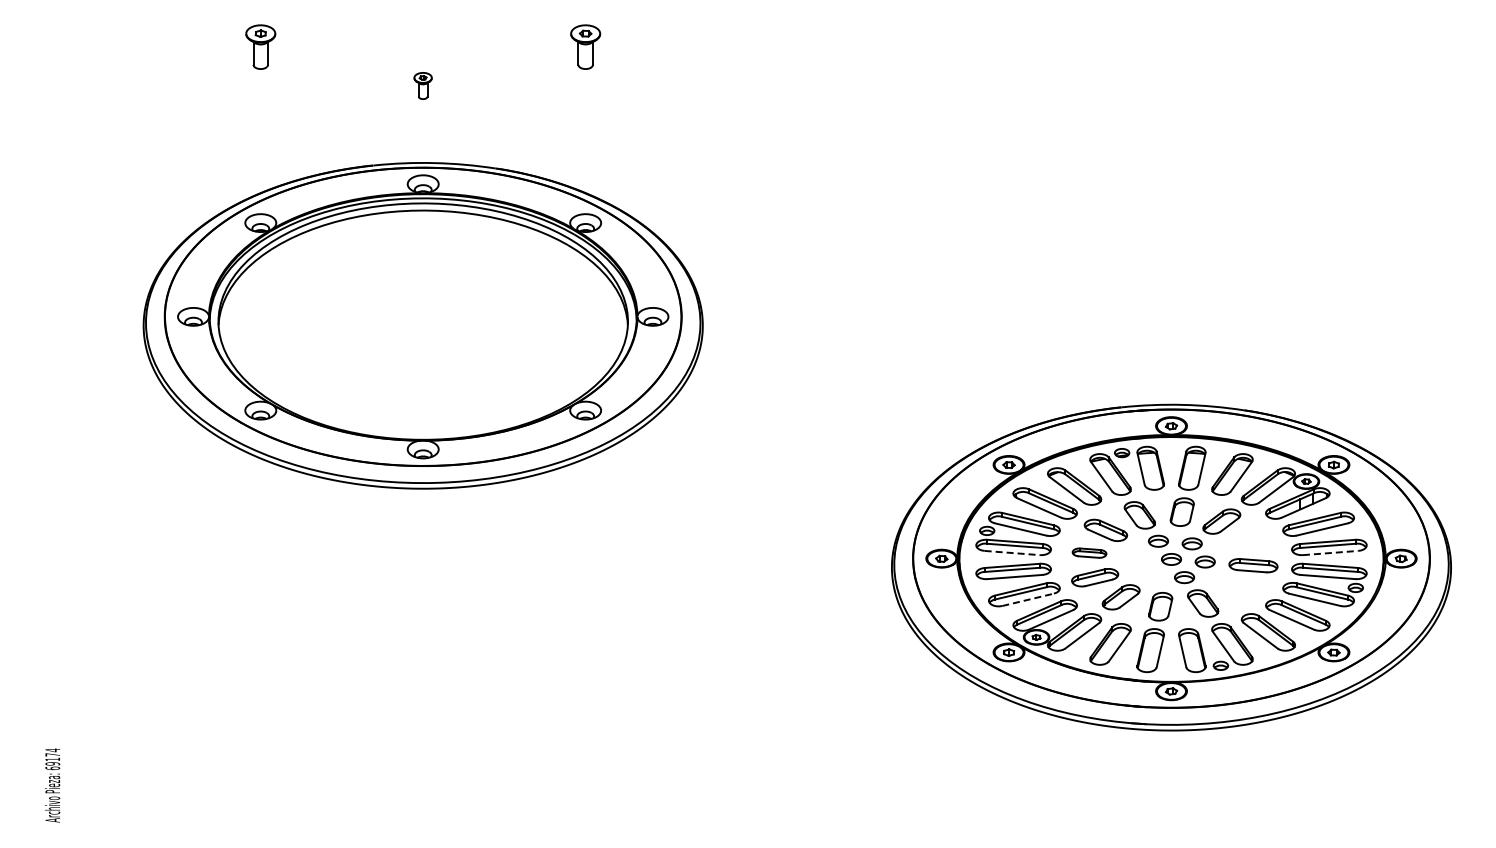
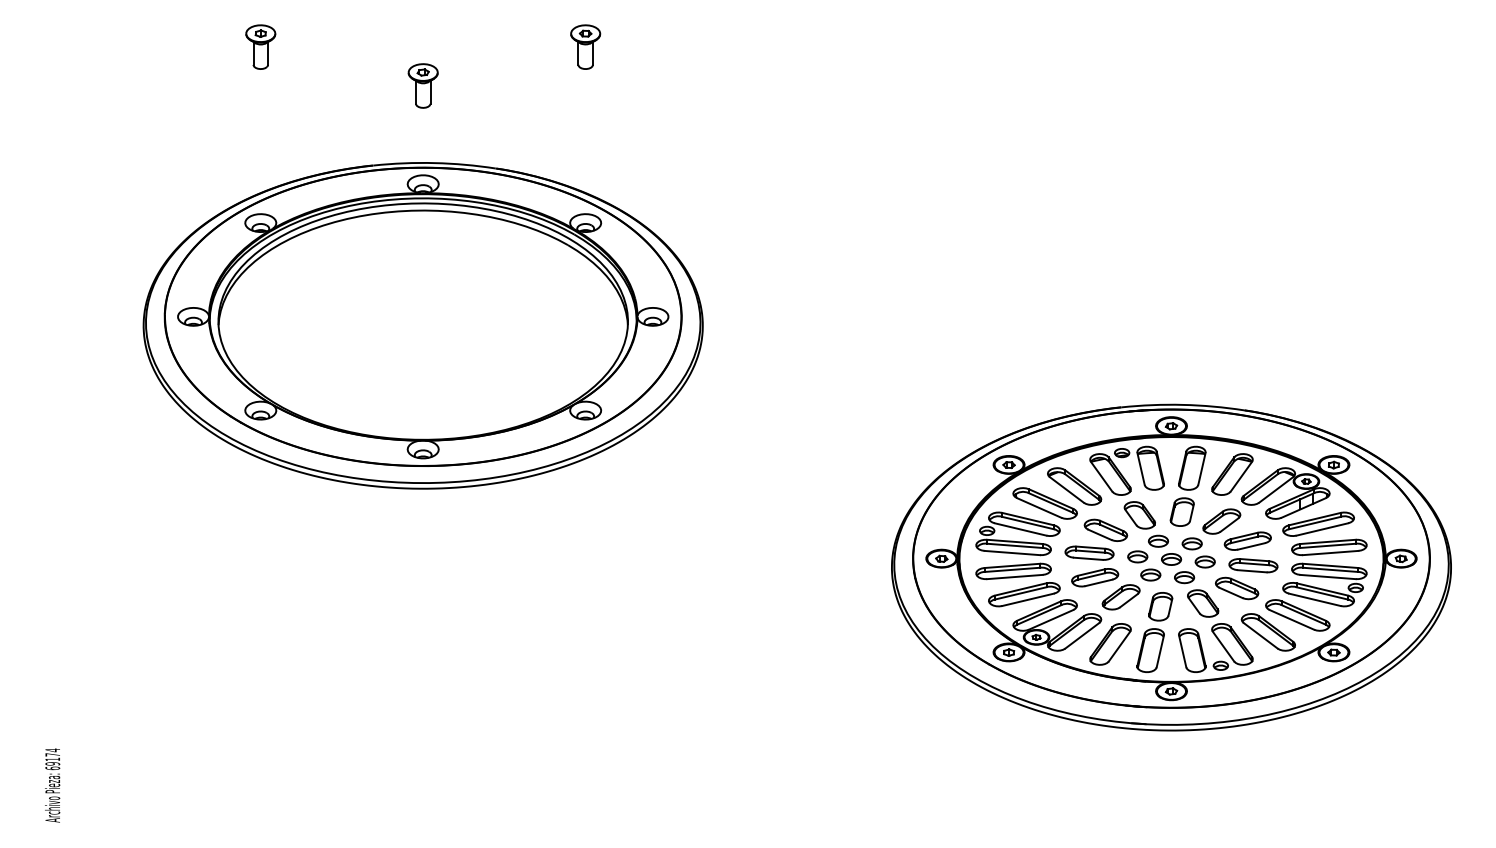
part at (422, 85) size: 20x28 px -> 32x46 px
part at (1247, 540): none -> present
part at (1089, 552) size: 37x12 px -> 51x16 px
line at (1012, 553): dashed -> solid
line at (1330, 553): dashed -> solid
part at (1144, 565): none -> present
part at (1237, 588): none -> present
line at (1028, 599): dashed -> solid
